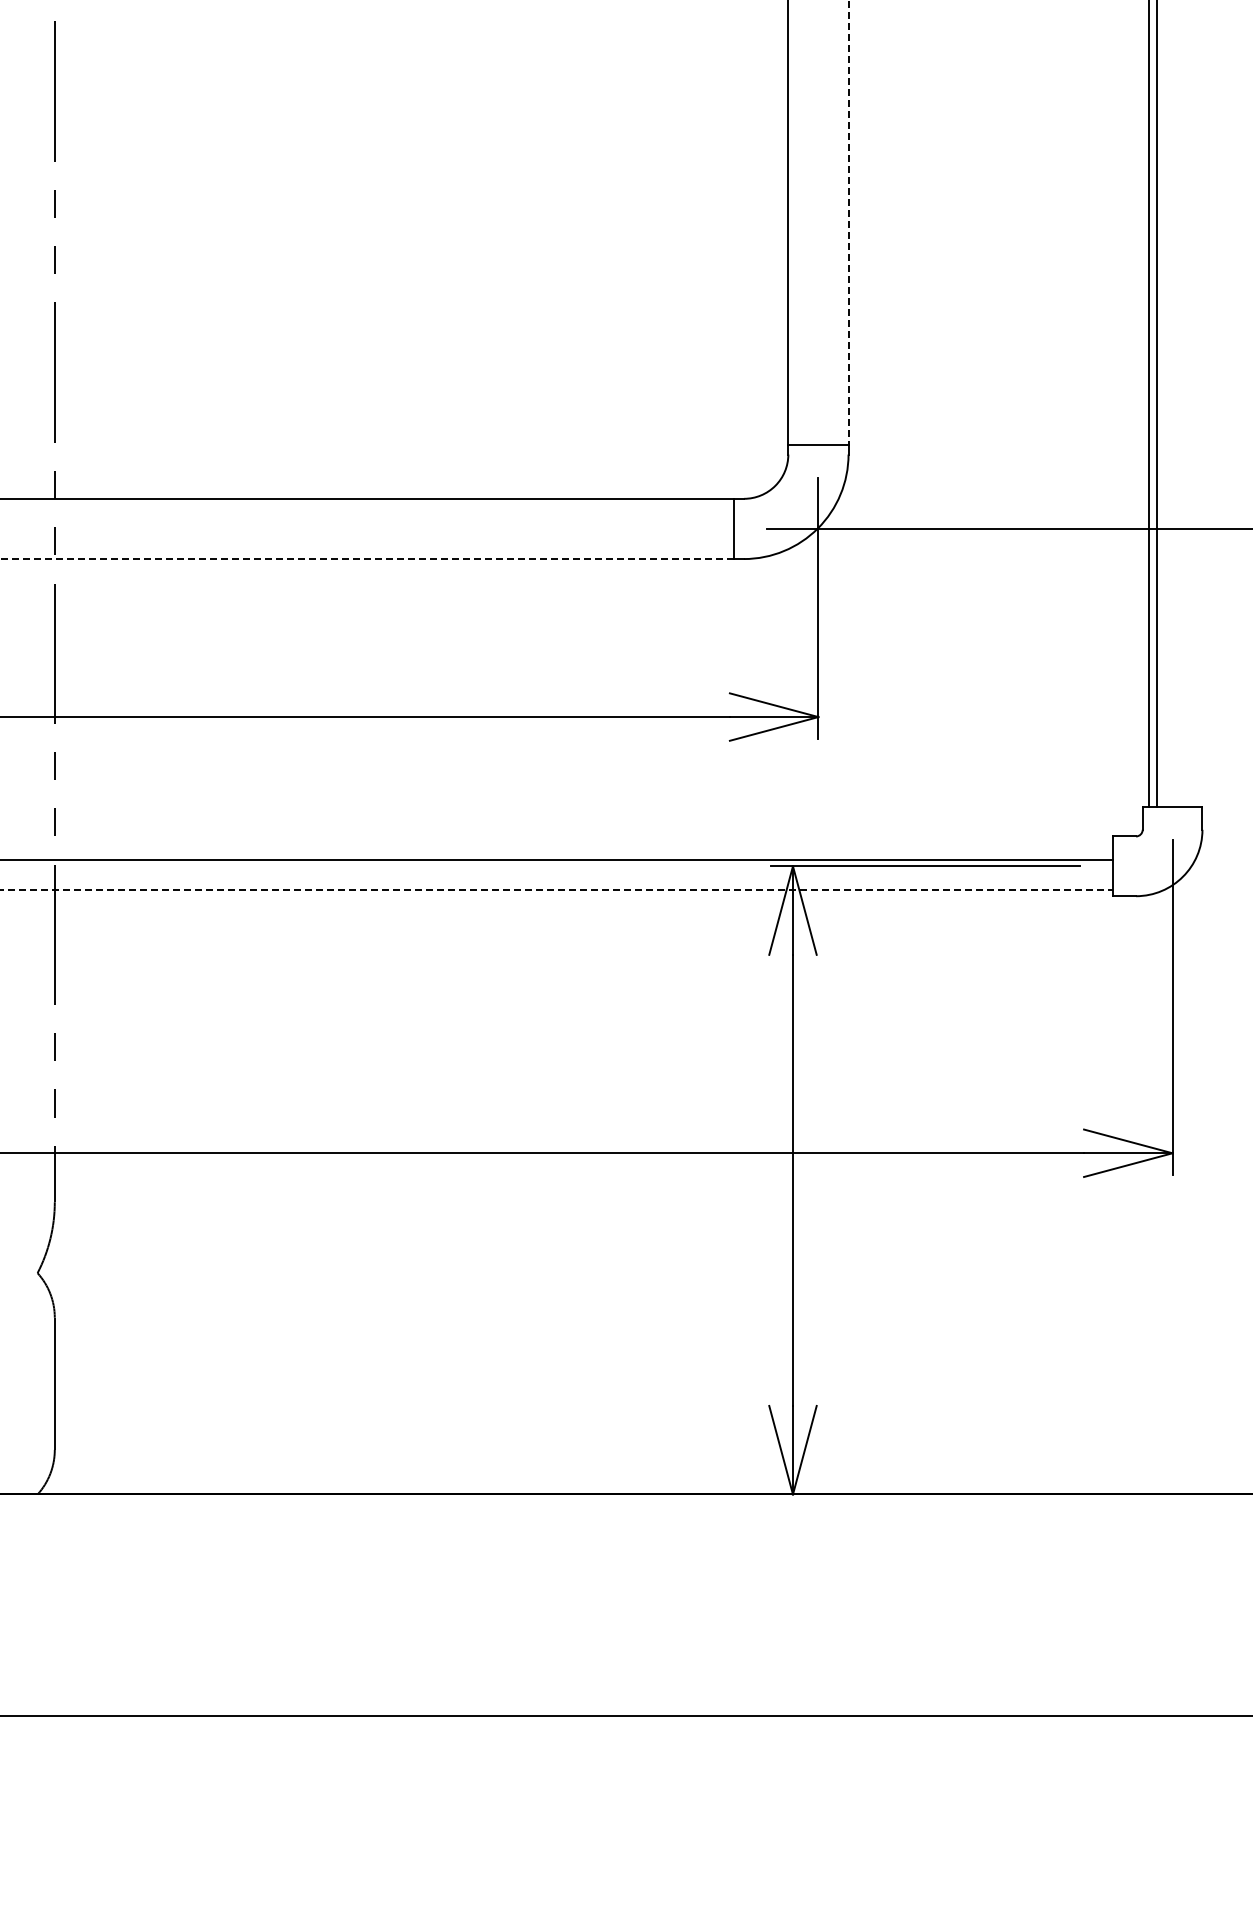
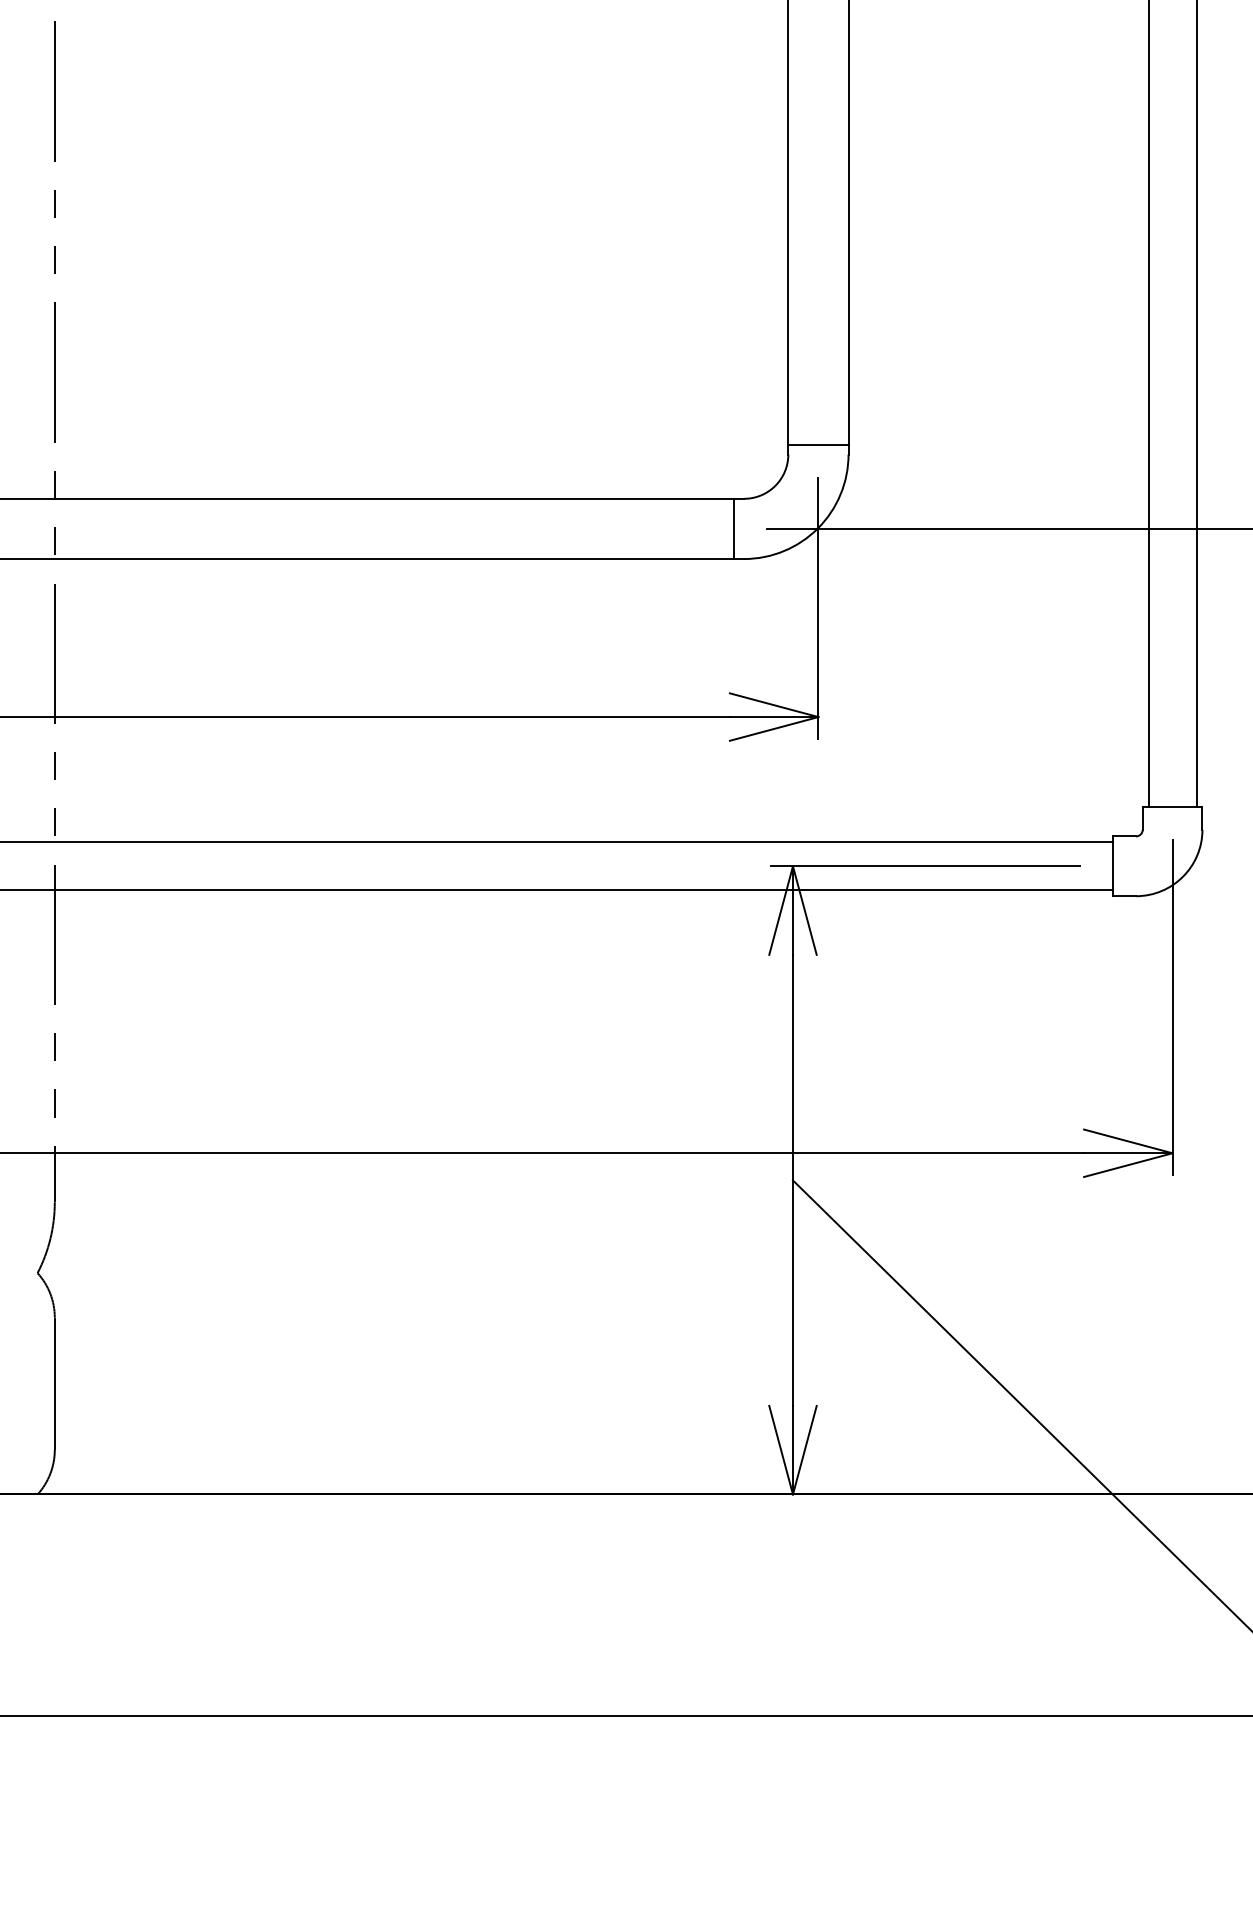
line at (848, 222): dashed -> solid
line at (1156, 404) position: (1156, 404) -> (1196, 404)
line at (367, 559): dashed -> solid
line at (557, 860) position: (557, 860) -> (557, 842)
line at (556, 890): dashed -> solid
line at (1020, 1404): none -> present
